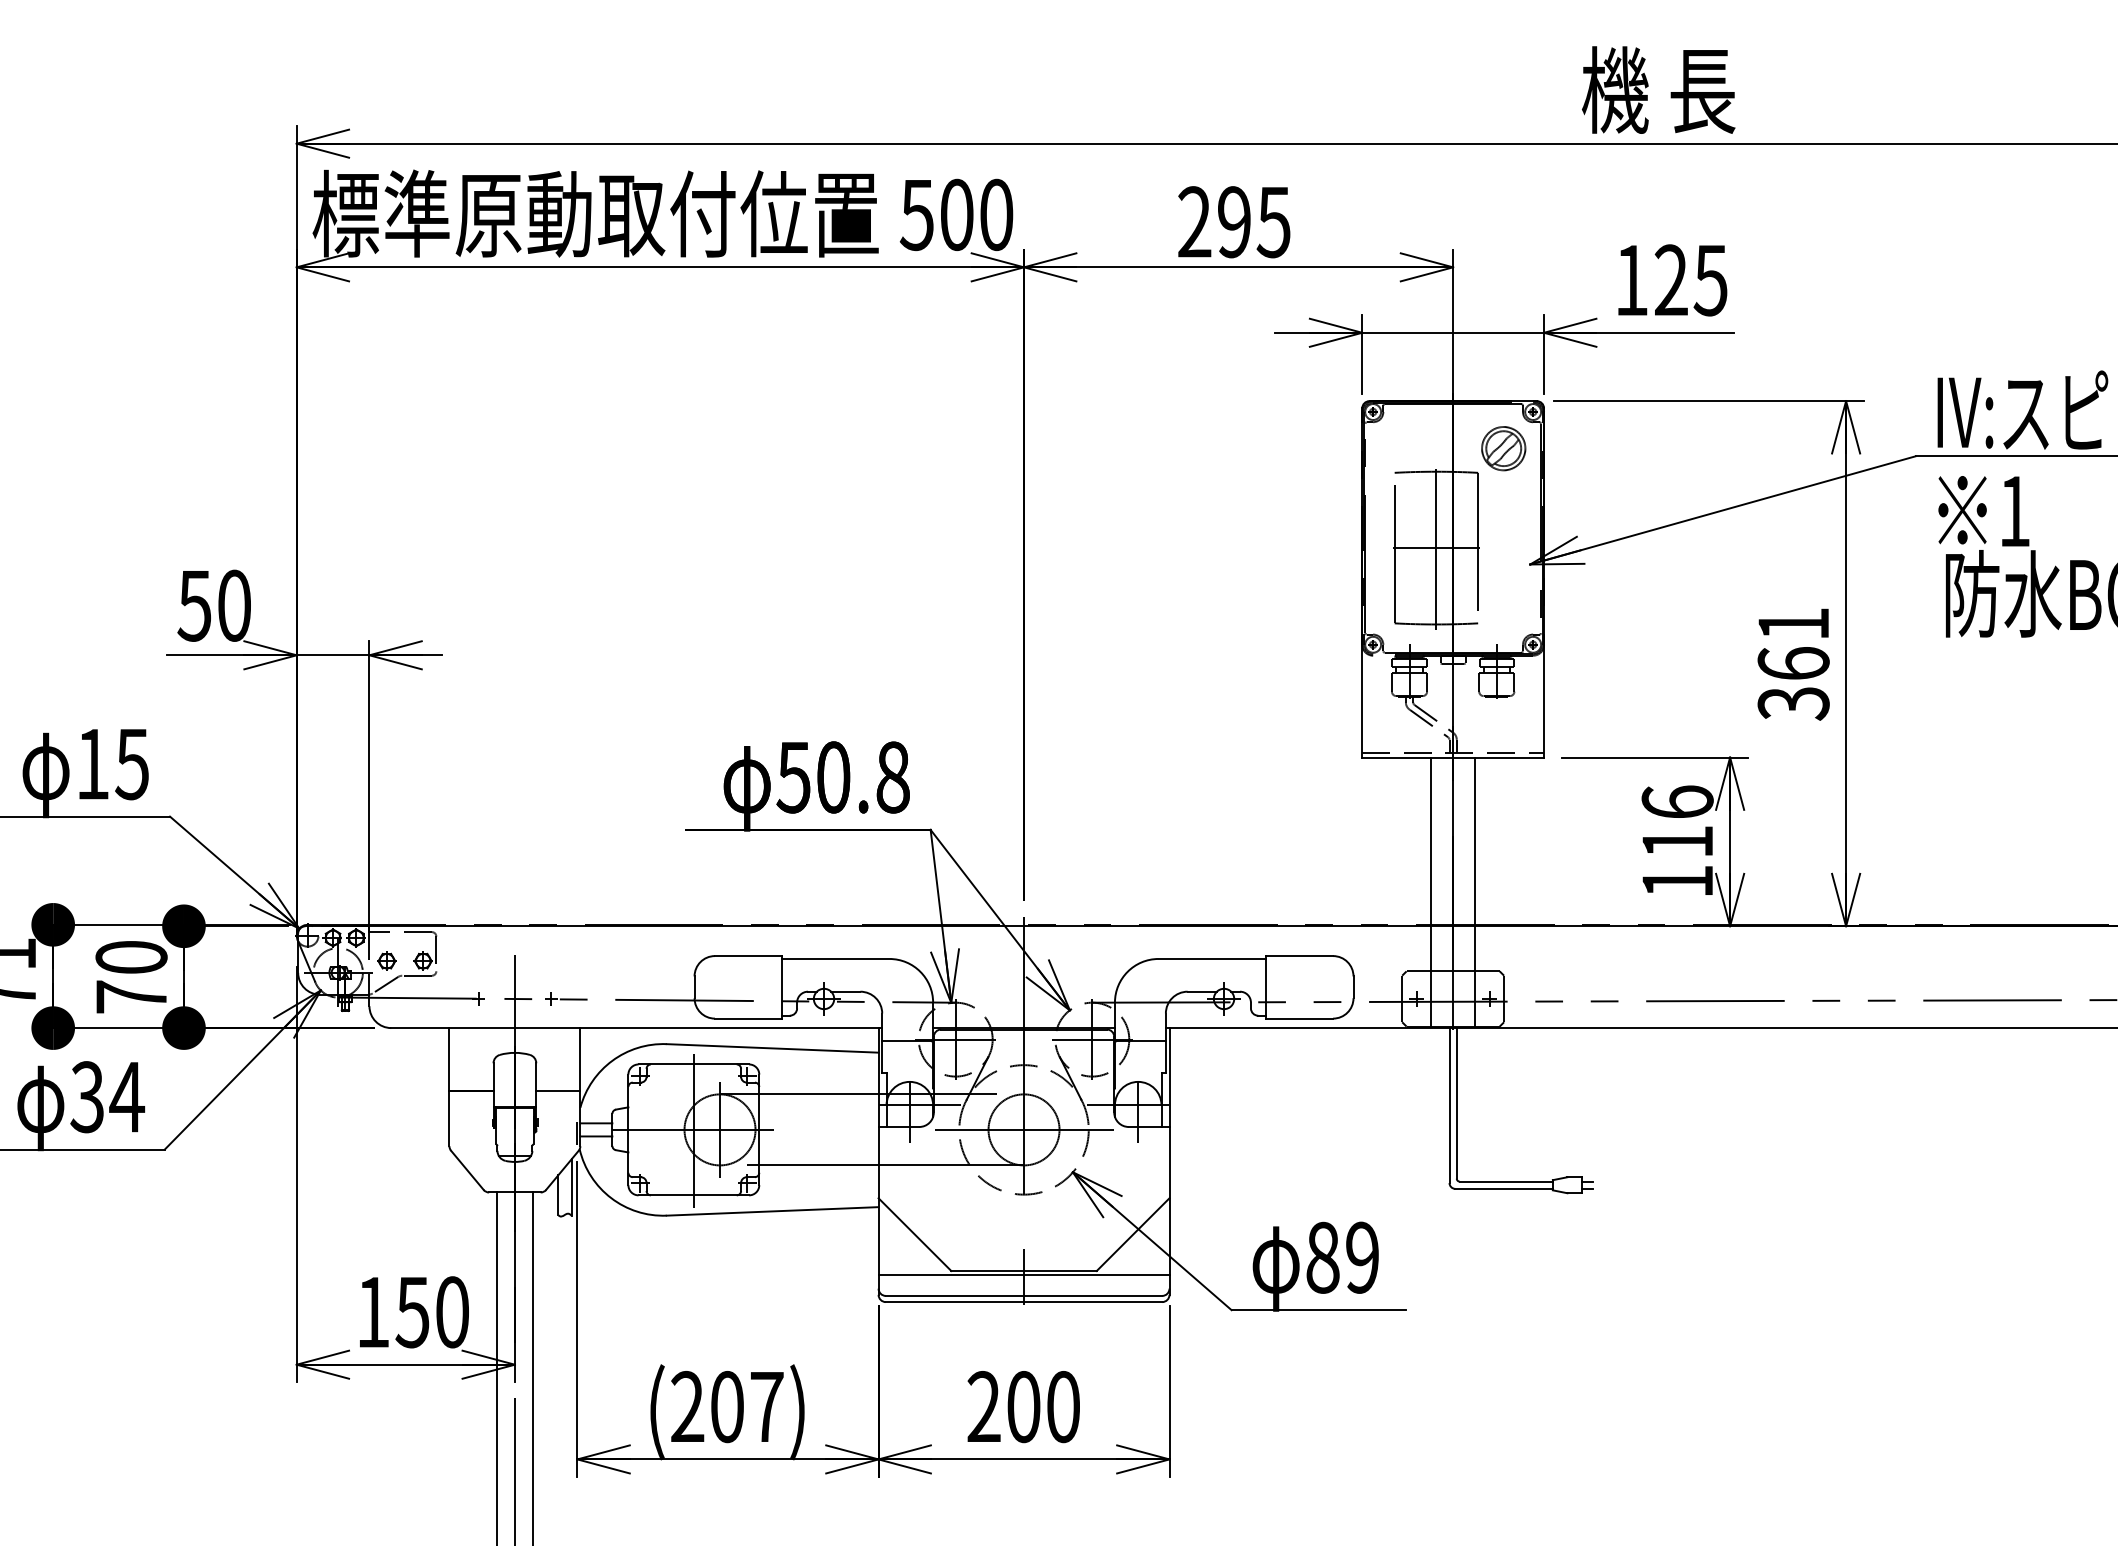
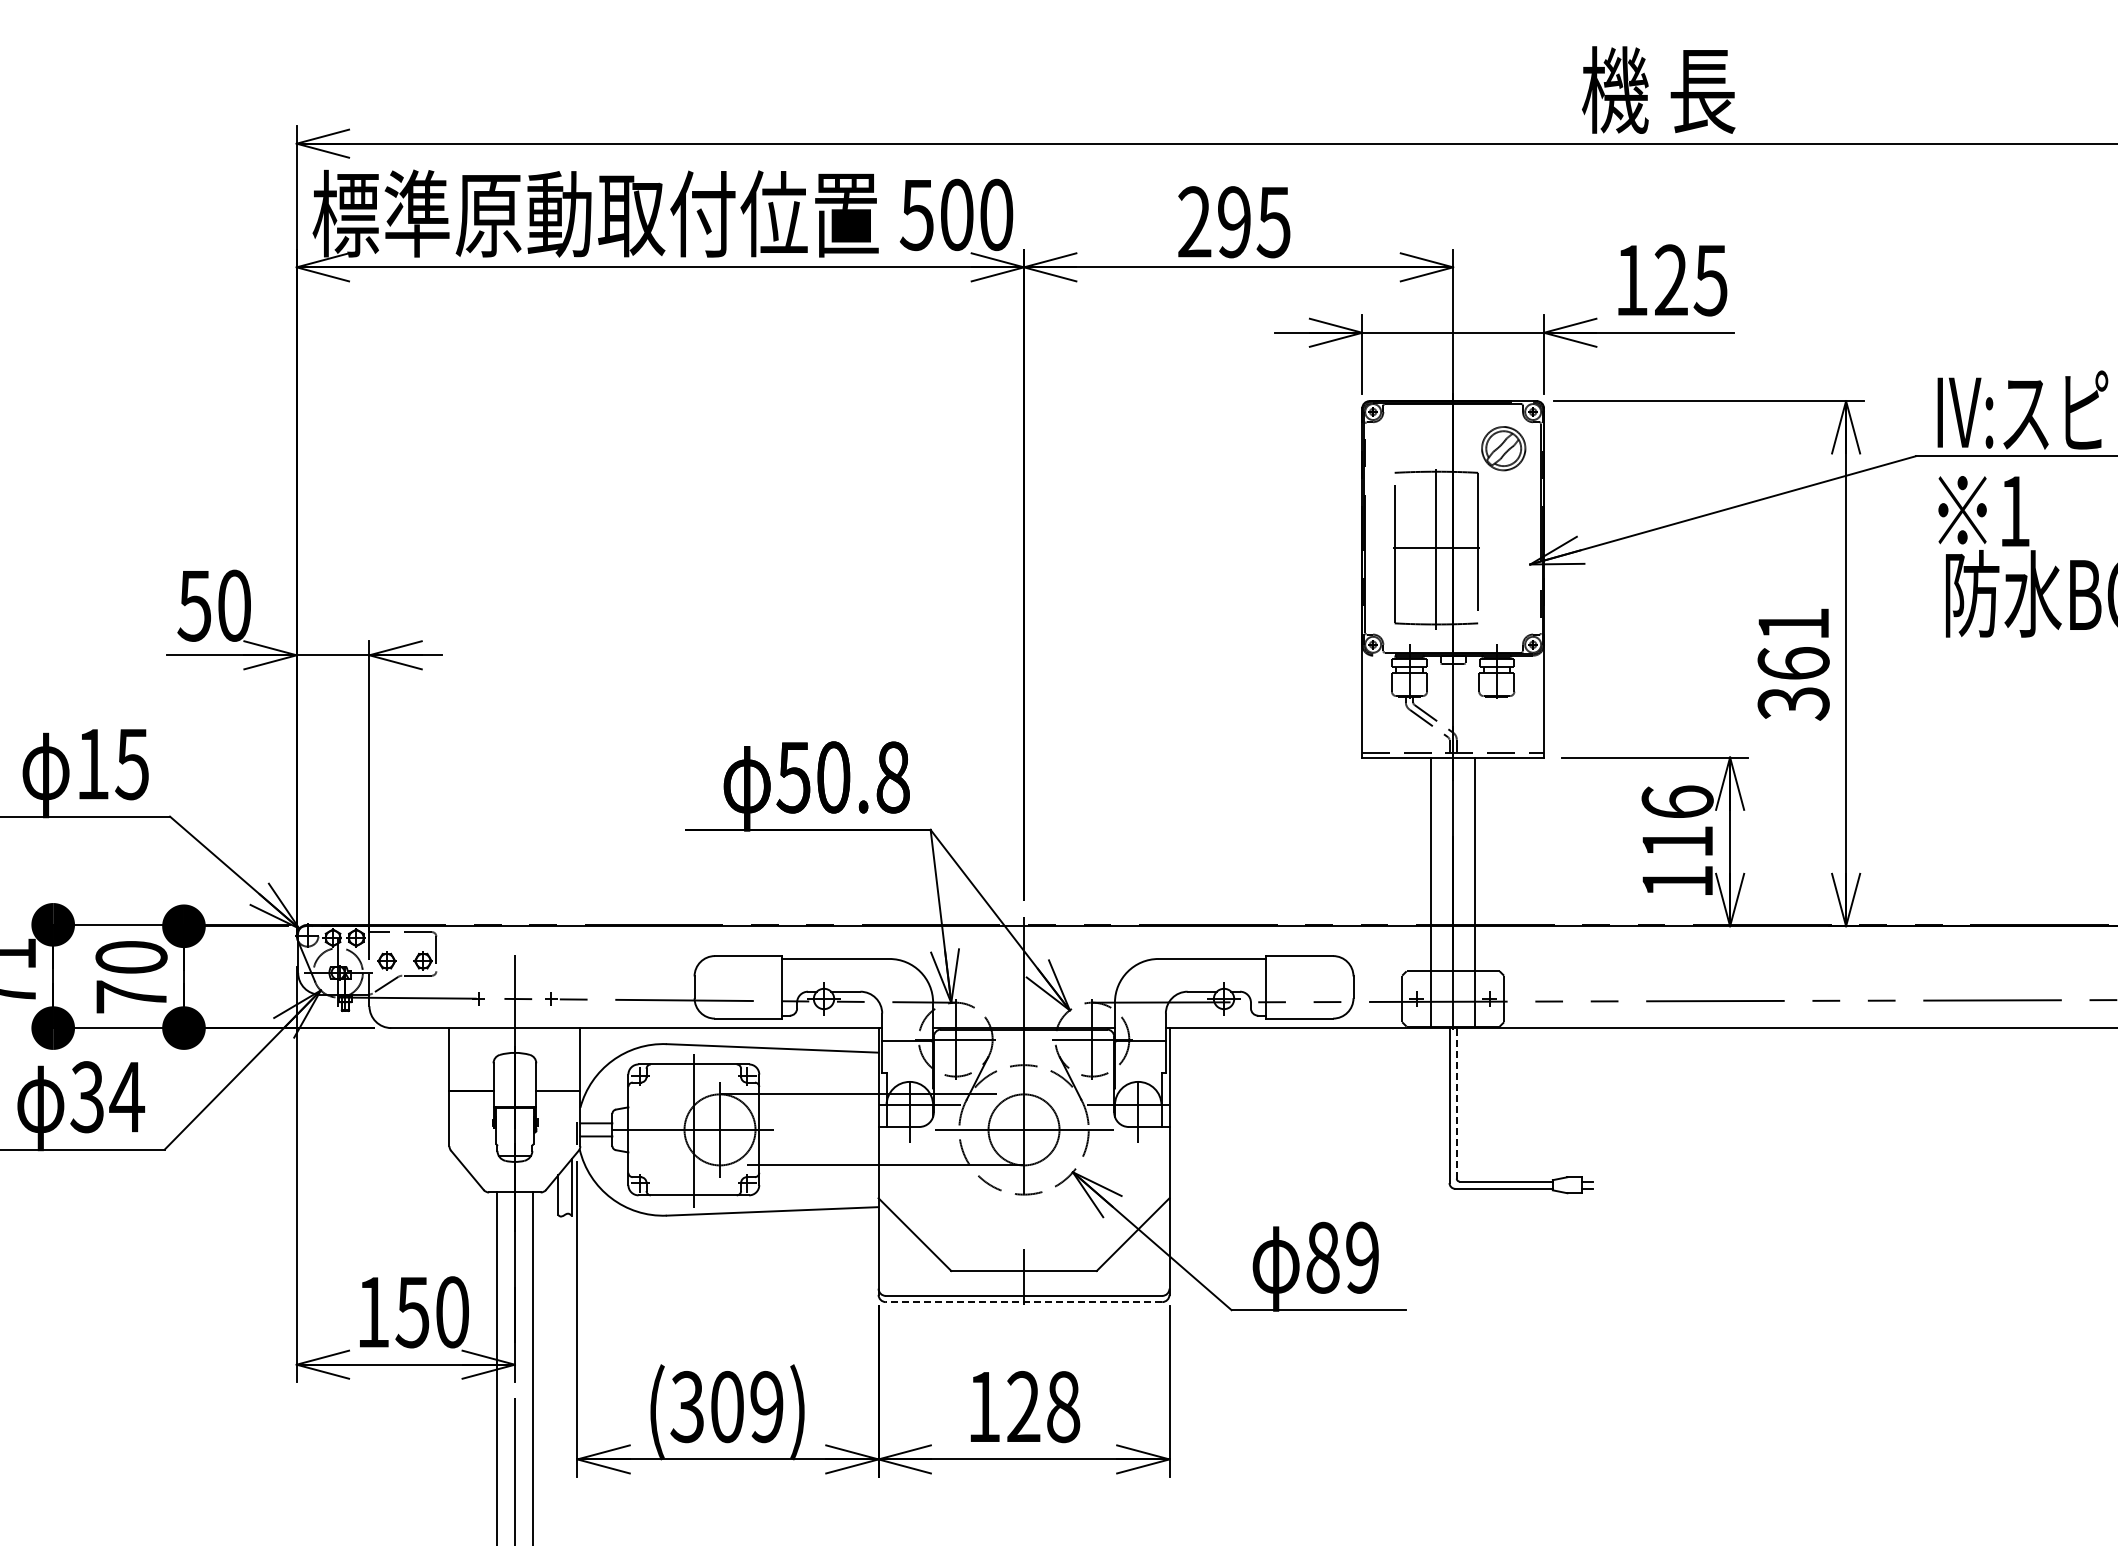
line at (1456, 1102): solid -> dashed
line at (1023, 1275): present -> none
line at (1023, 1302): solid -> dashed
text at (726, 1407): (207) -> (309)
text at (1023, 1407): 200 -> 128
